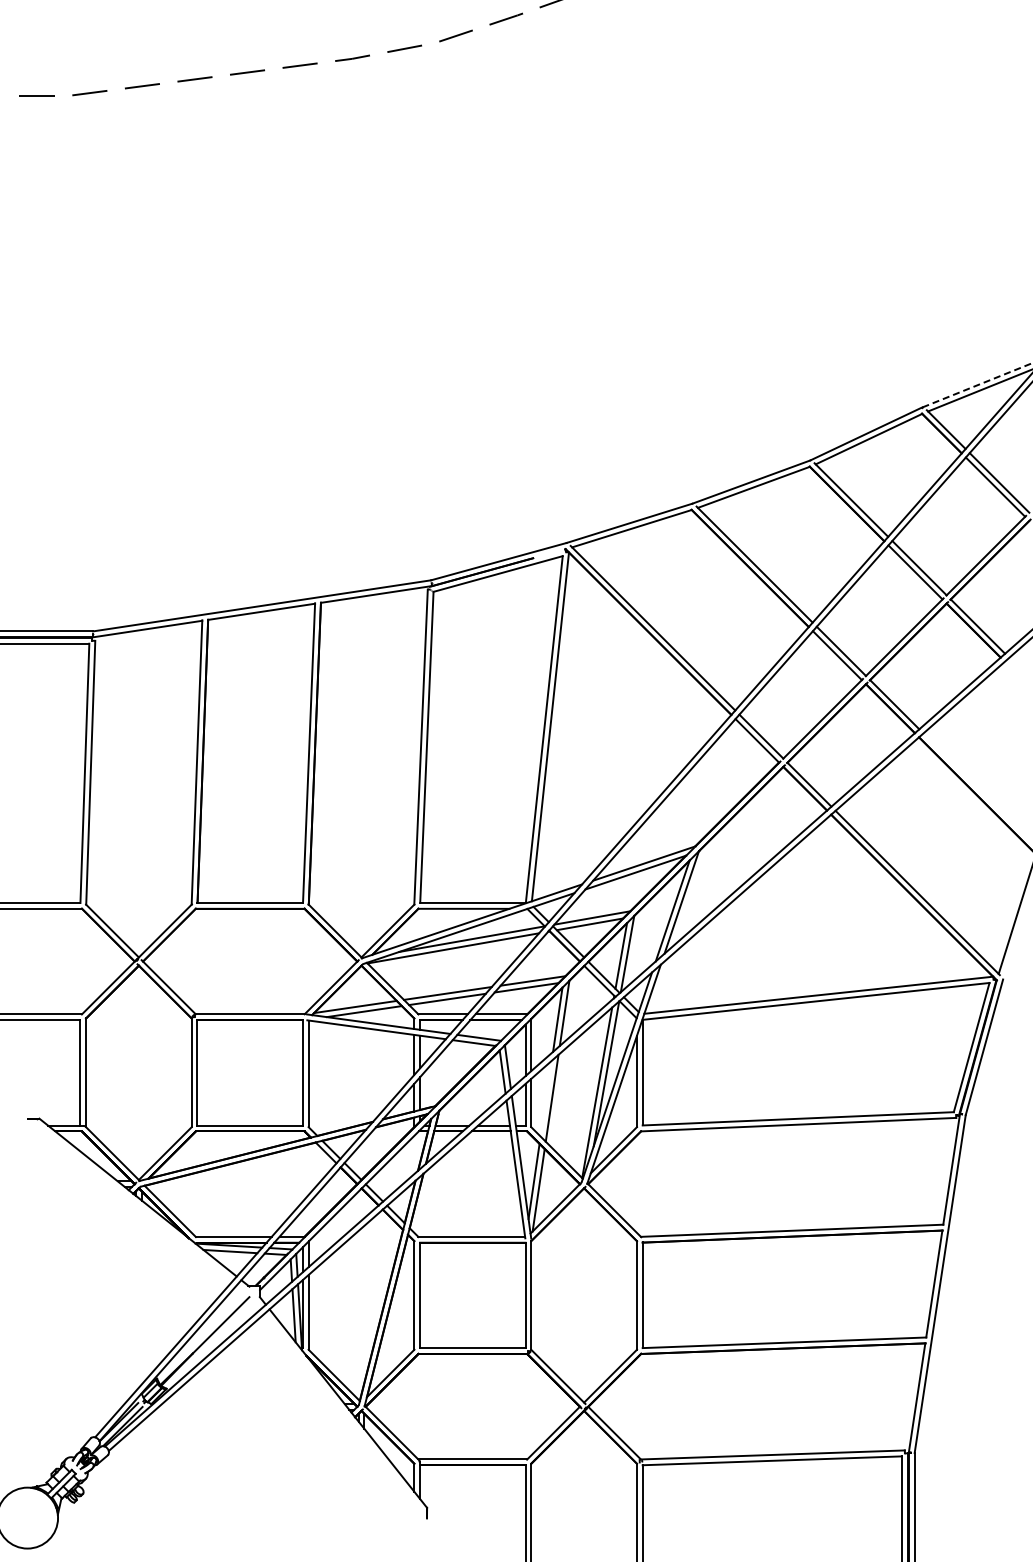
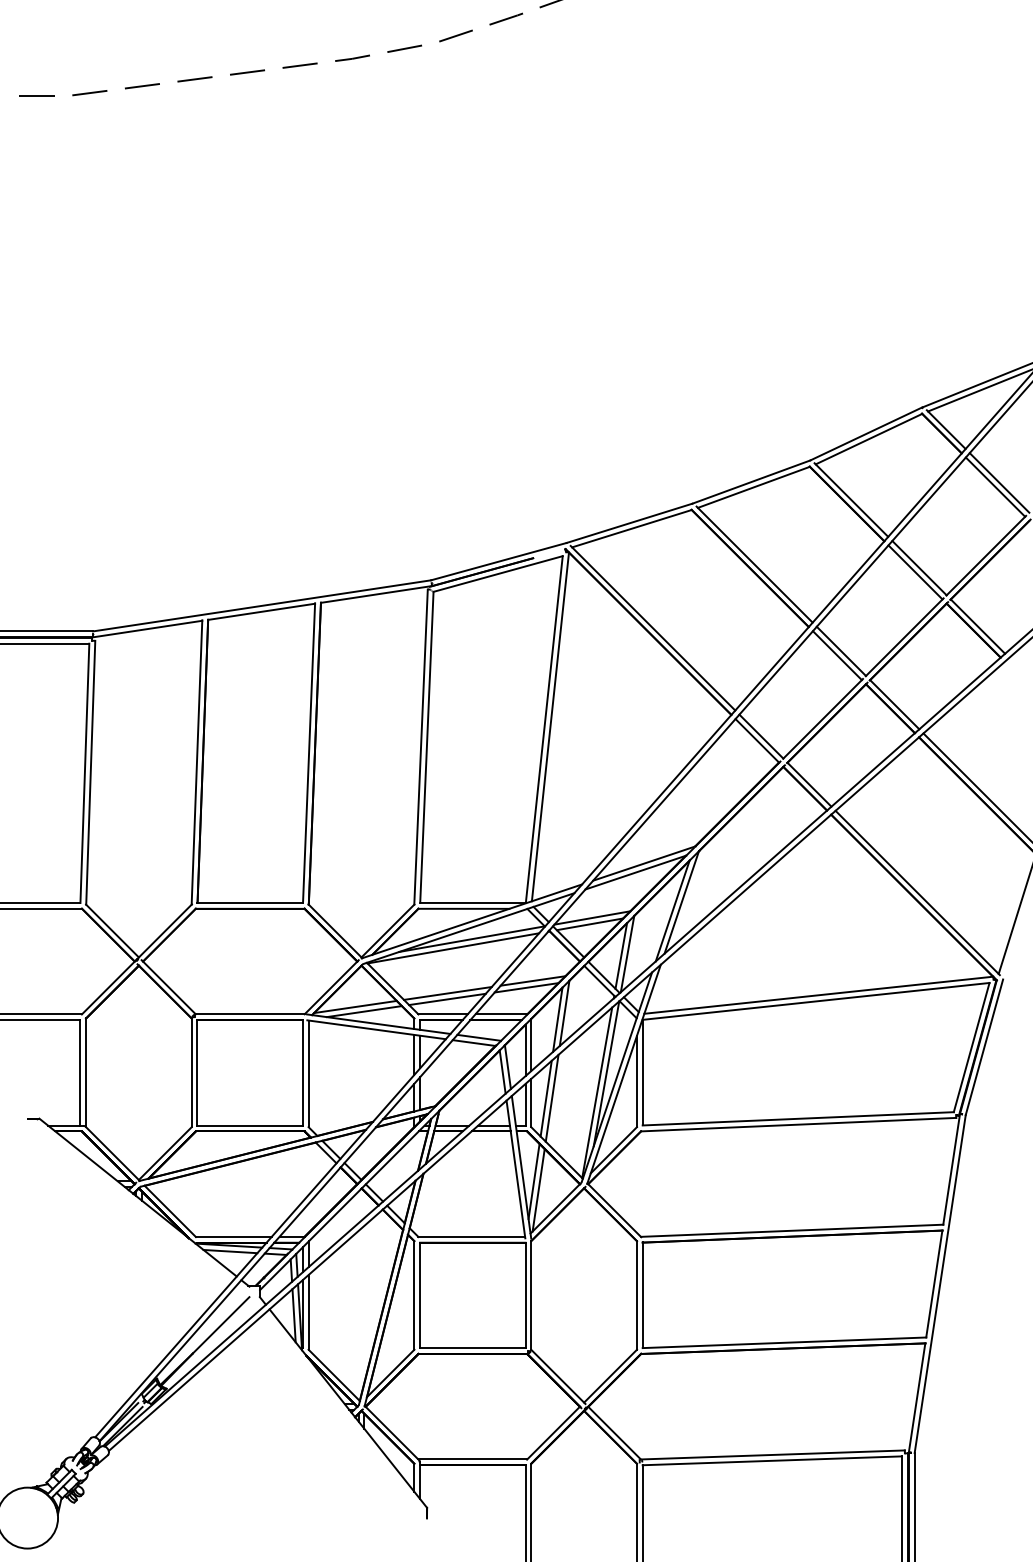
line at (977, 385): dashed -> solid
line at (976, 786): none -> present
line at (545, 1098): none -> present
